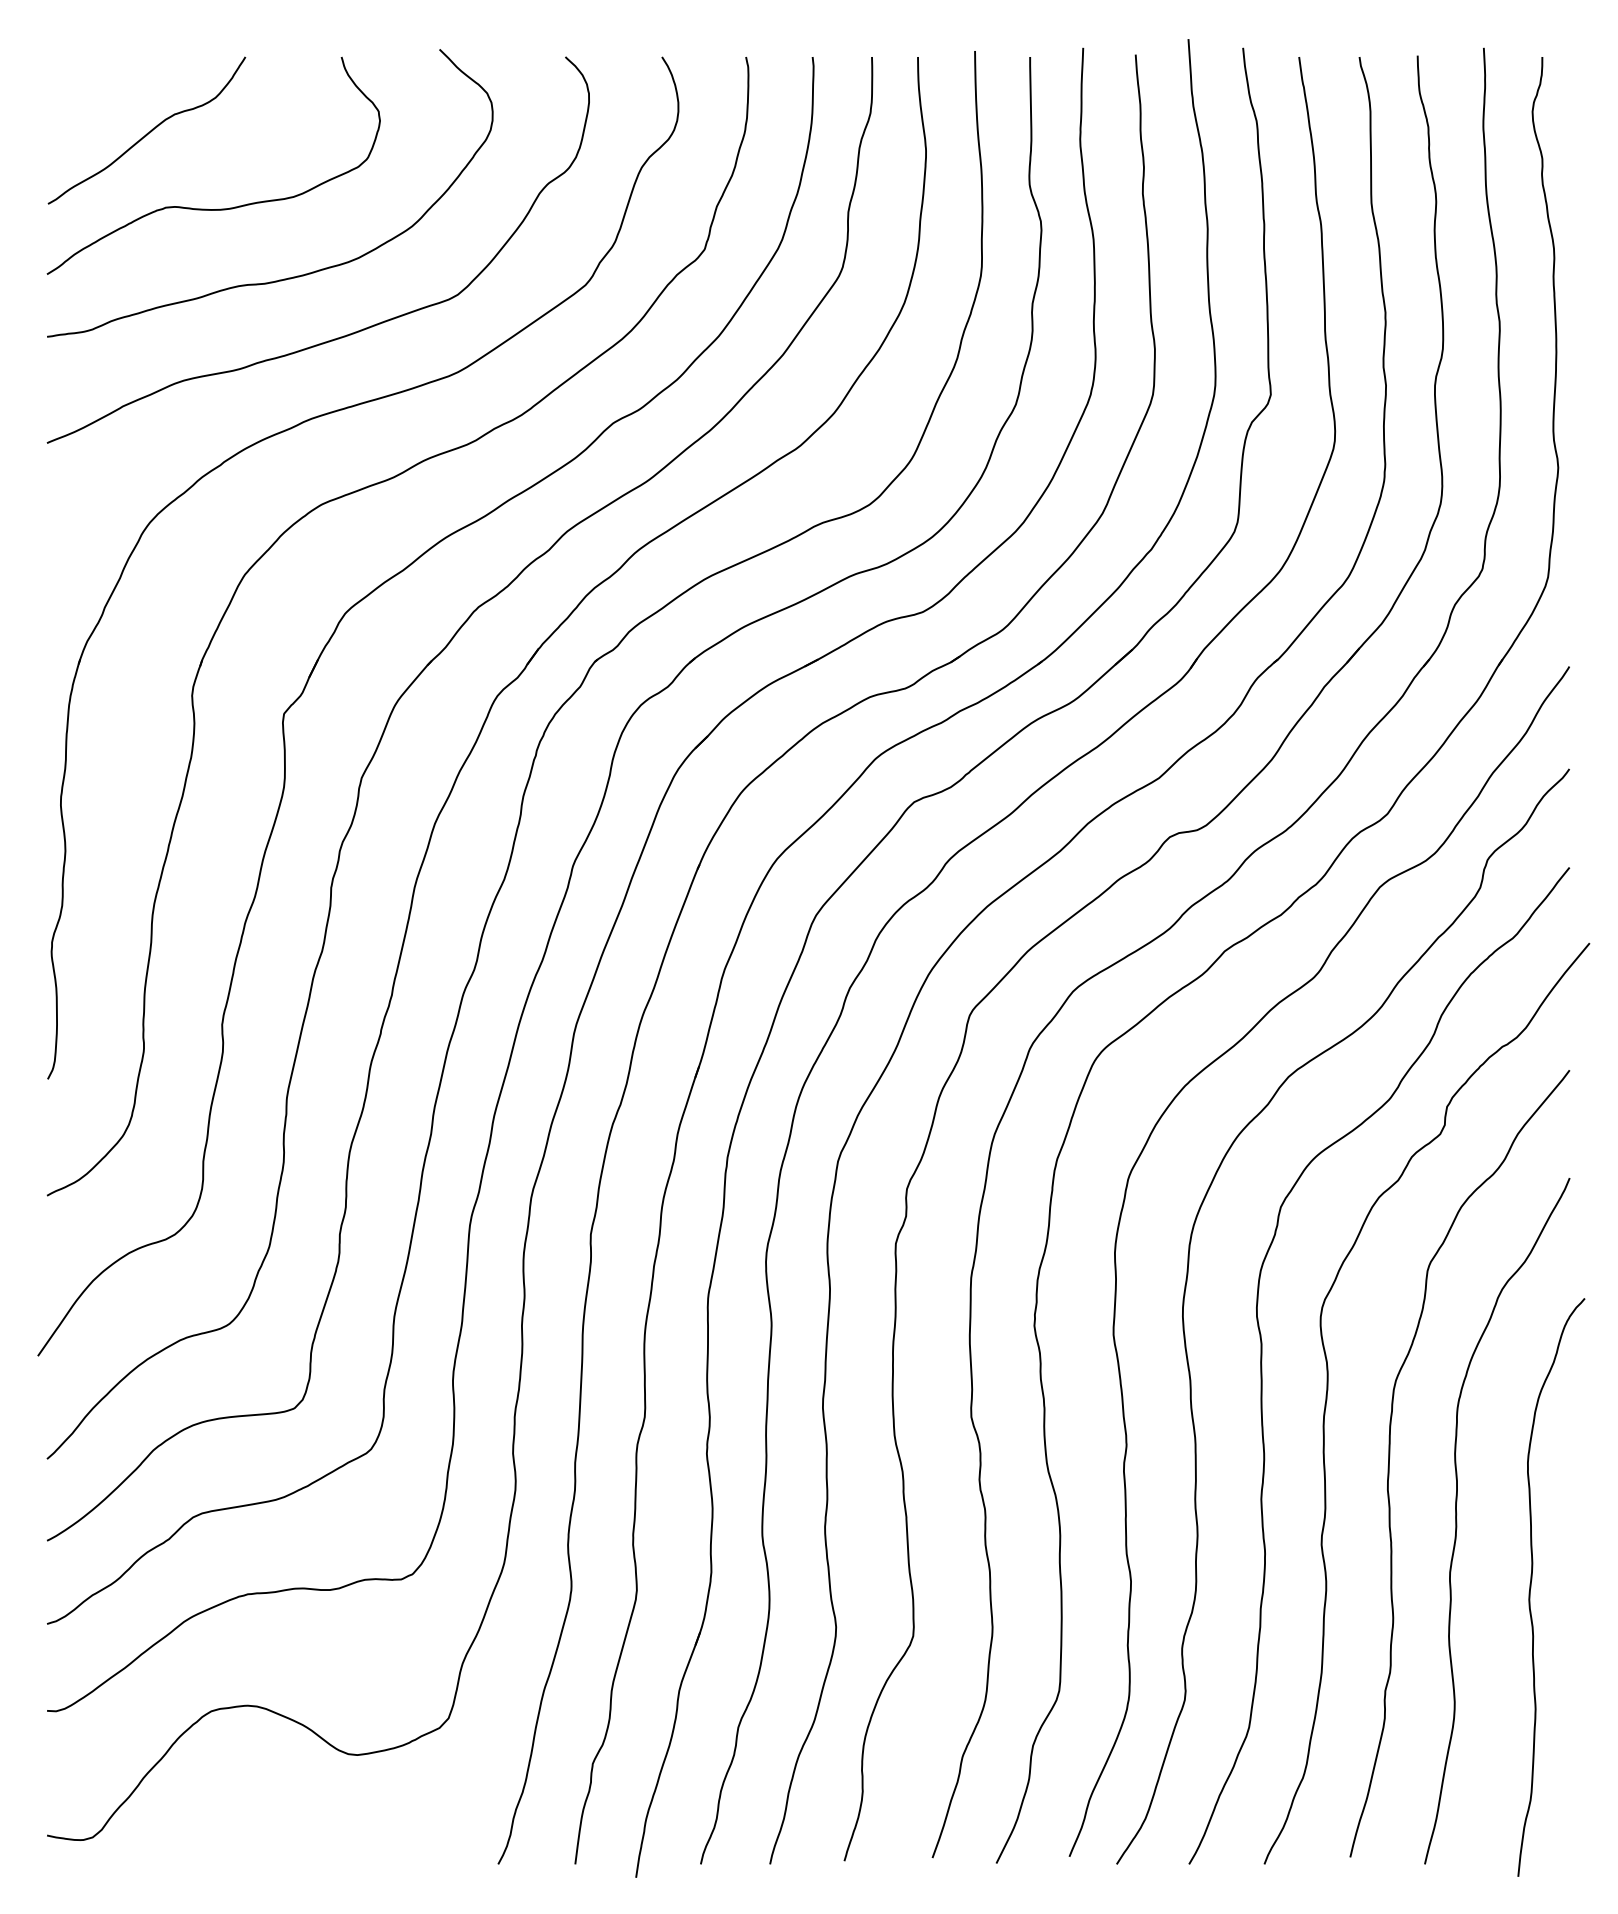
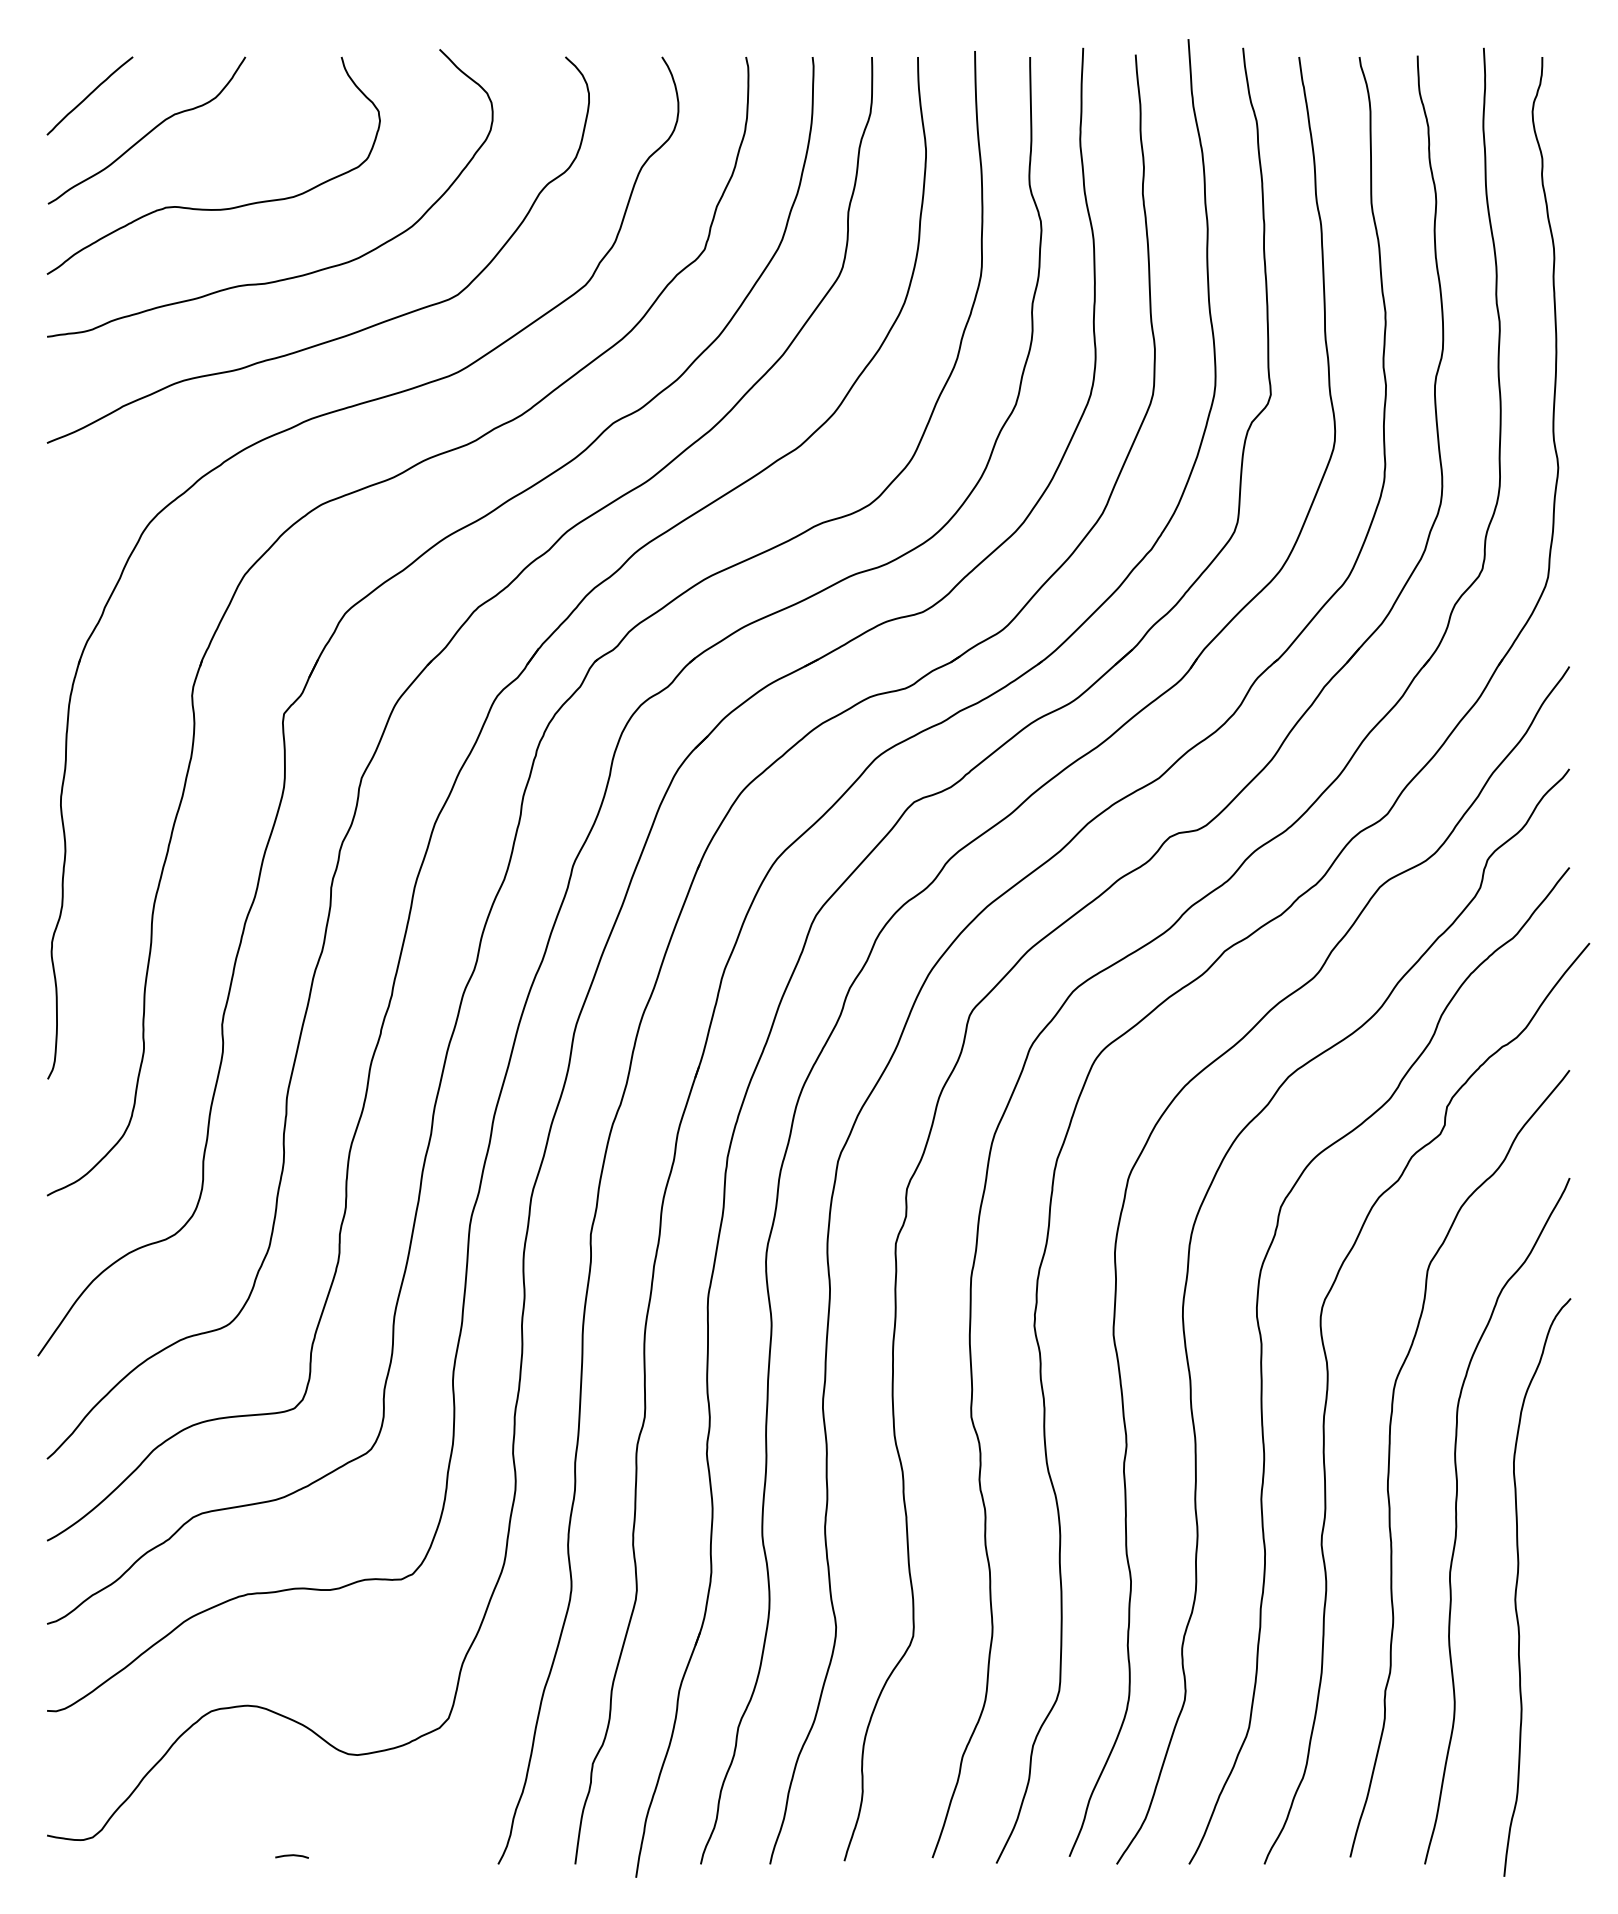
curve at (89, 95): none -> present
curve at (1531, 1587) position: (1531, 1587) -> (1517, 1587)
line at (291, 1856): none -> present
